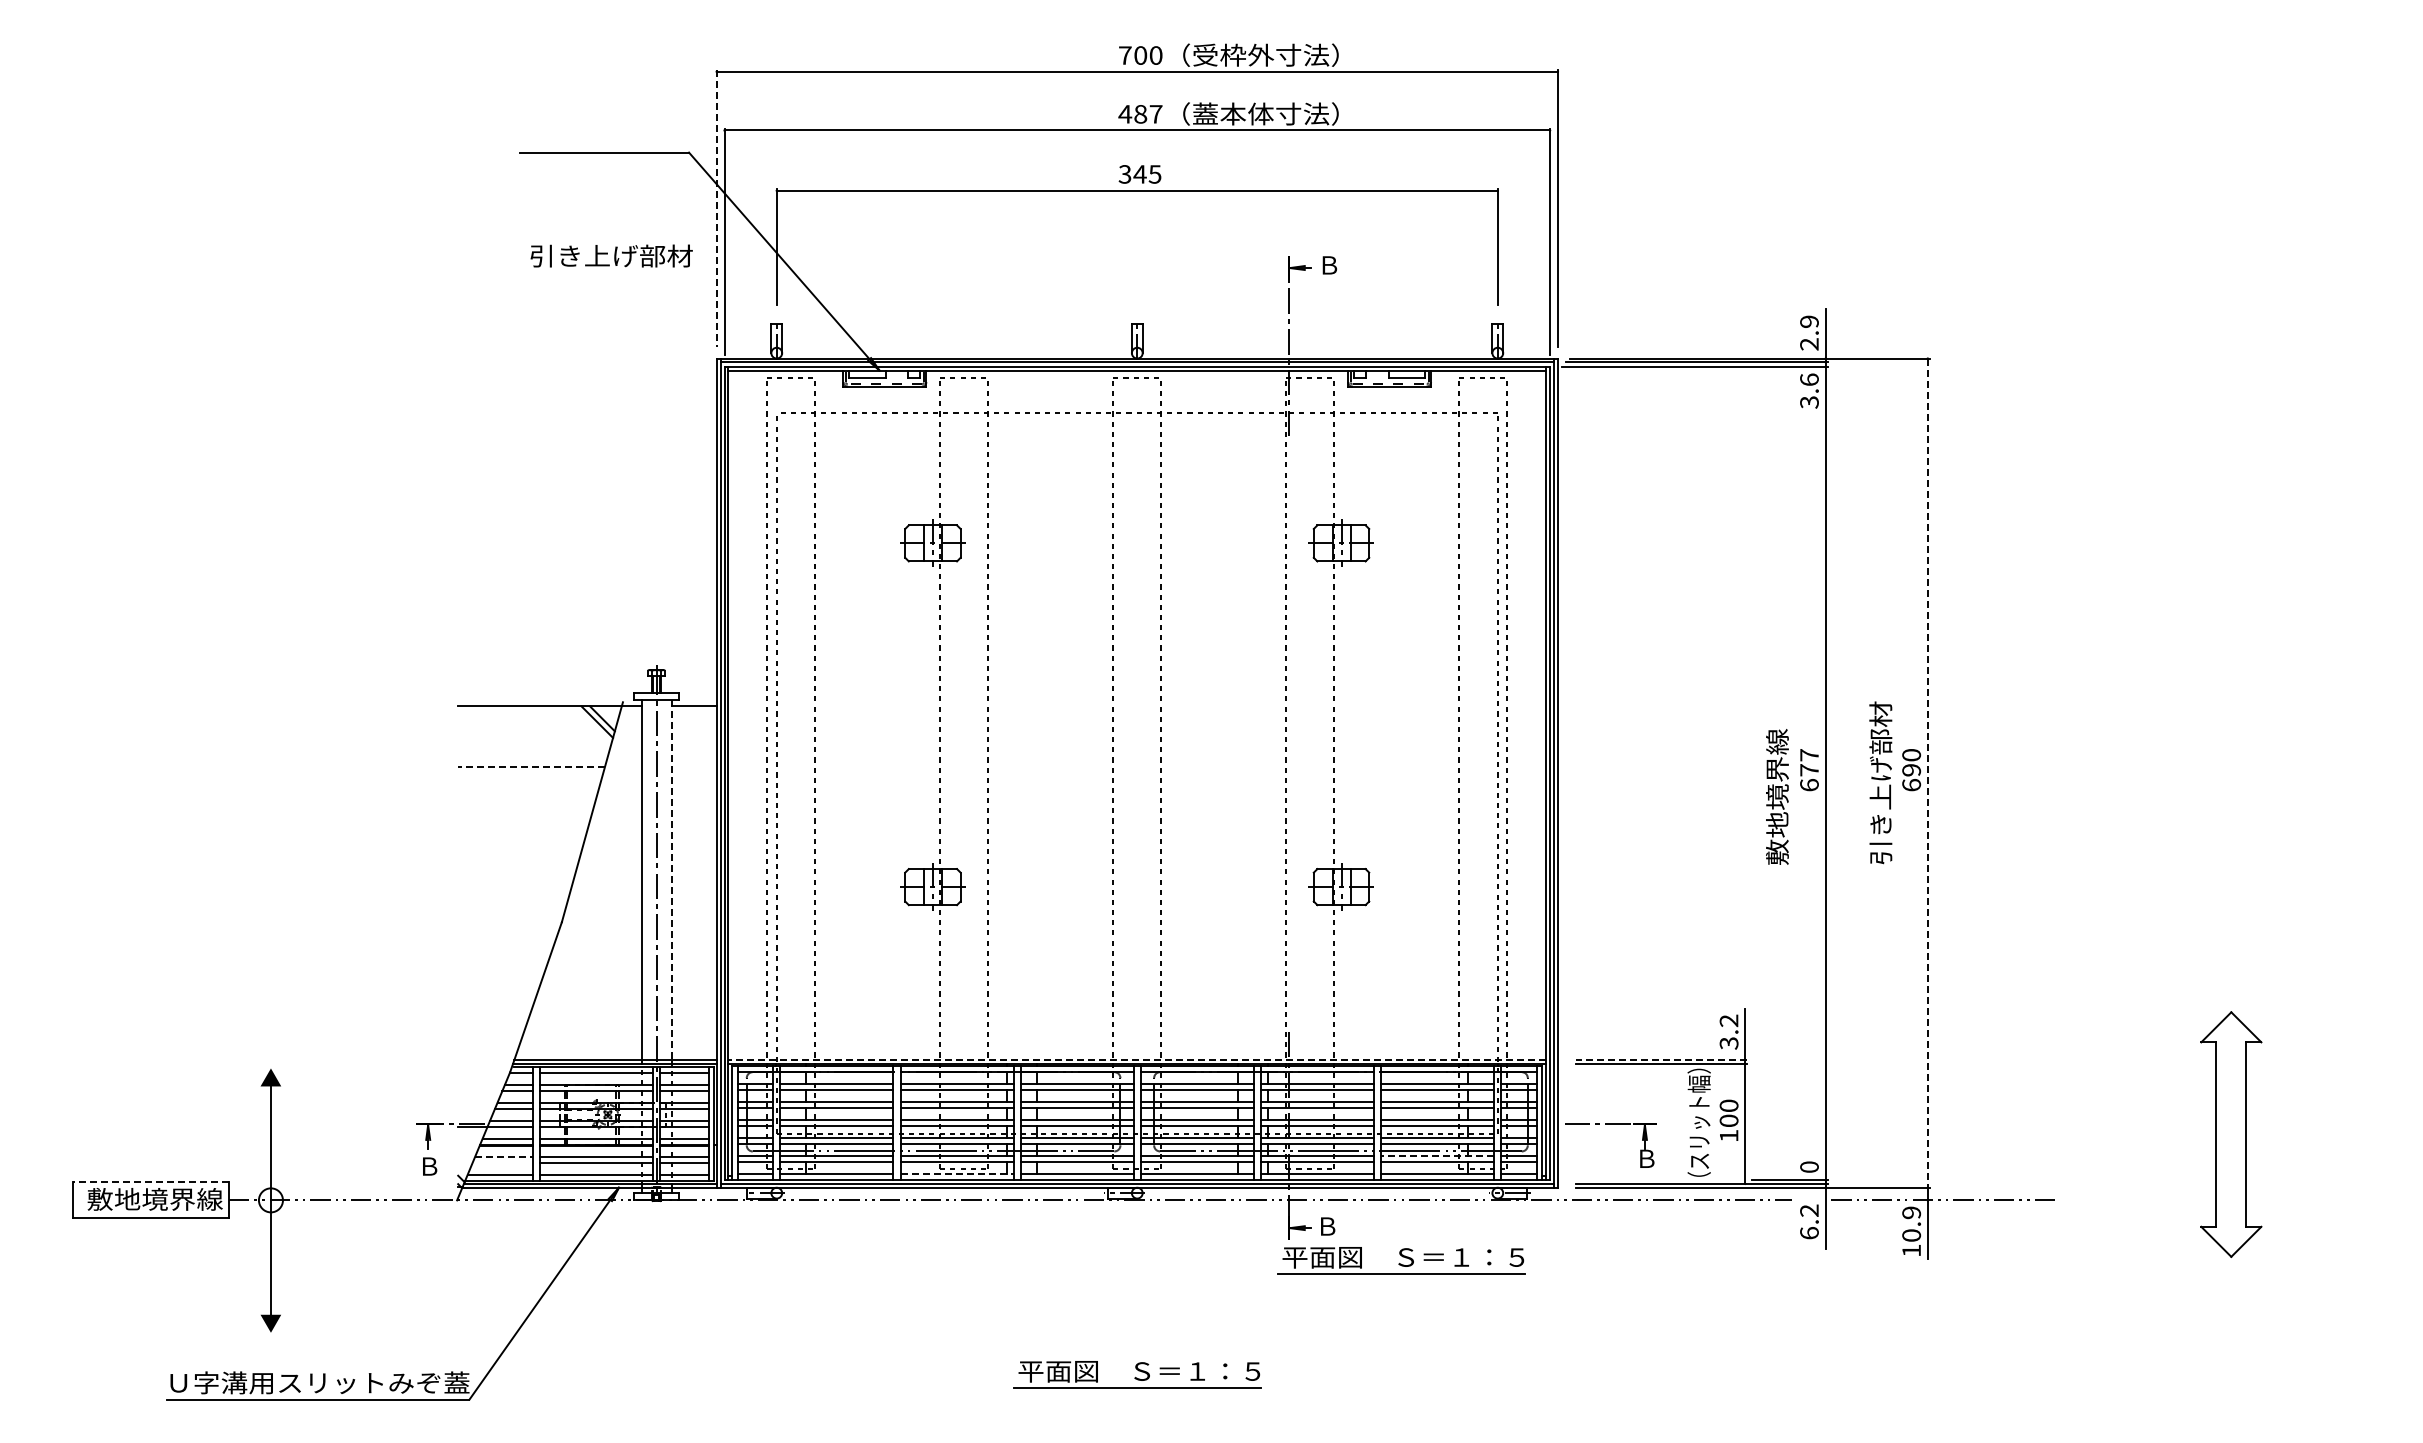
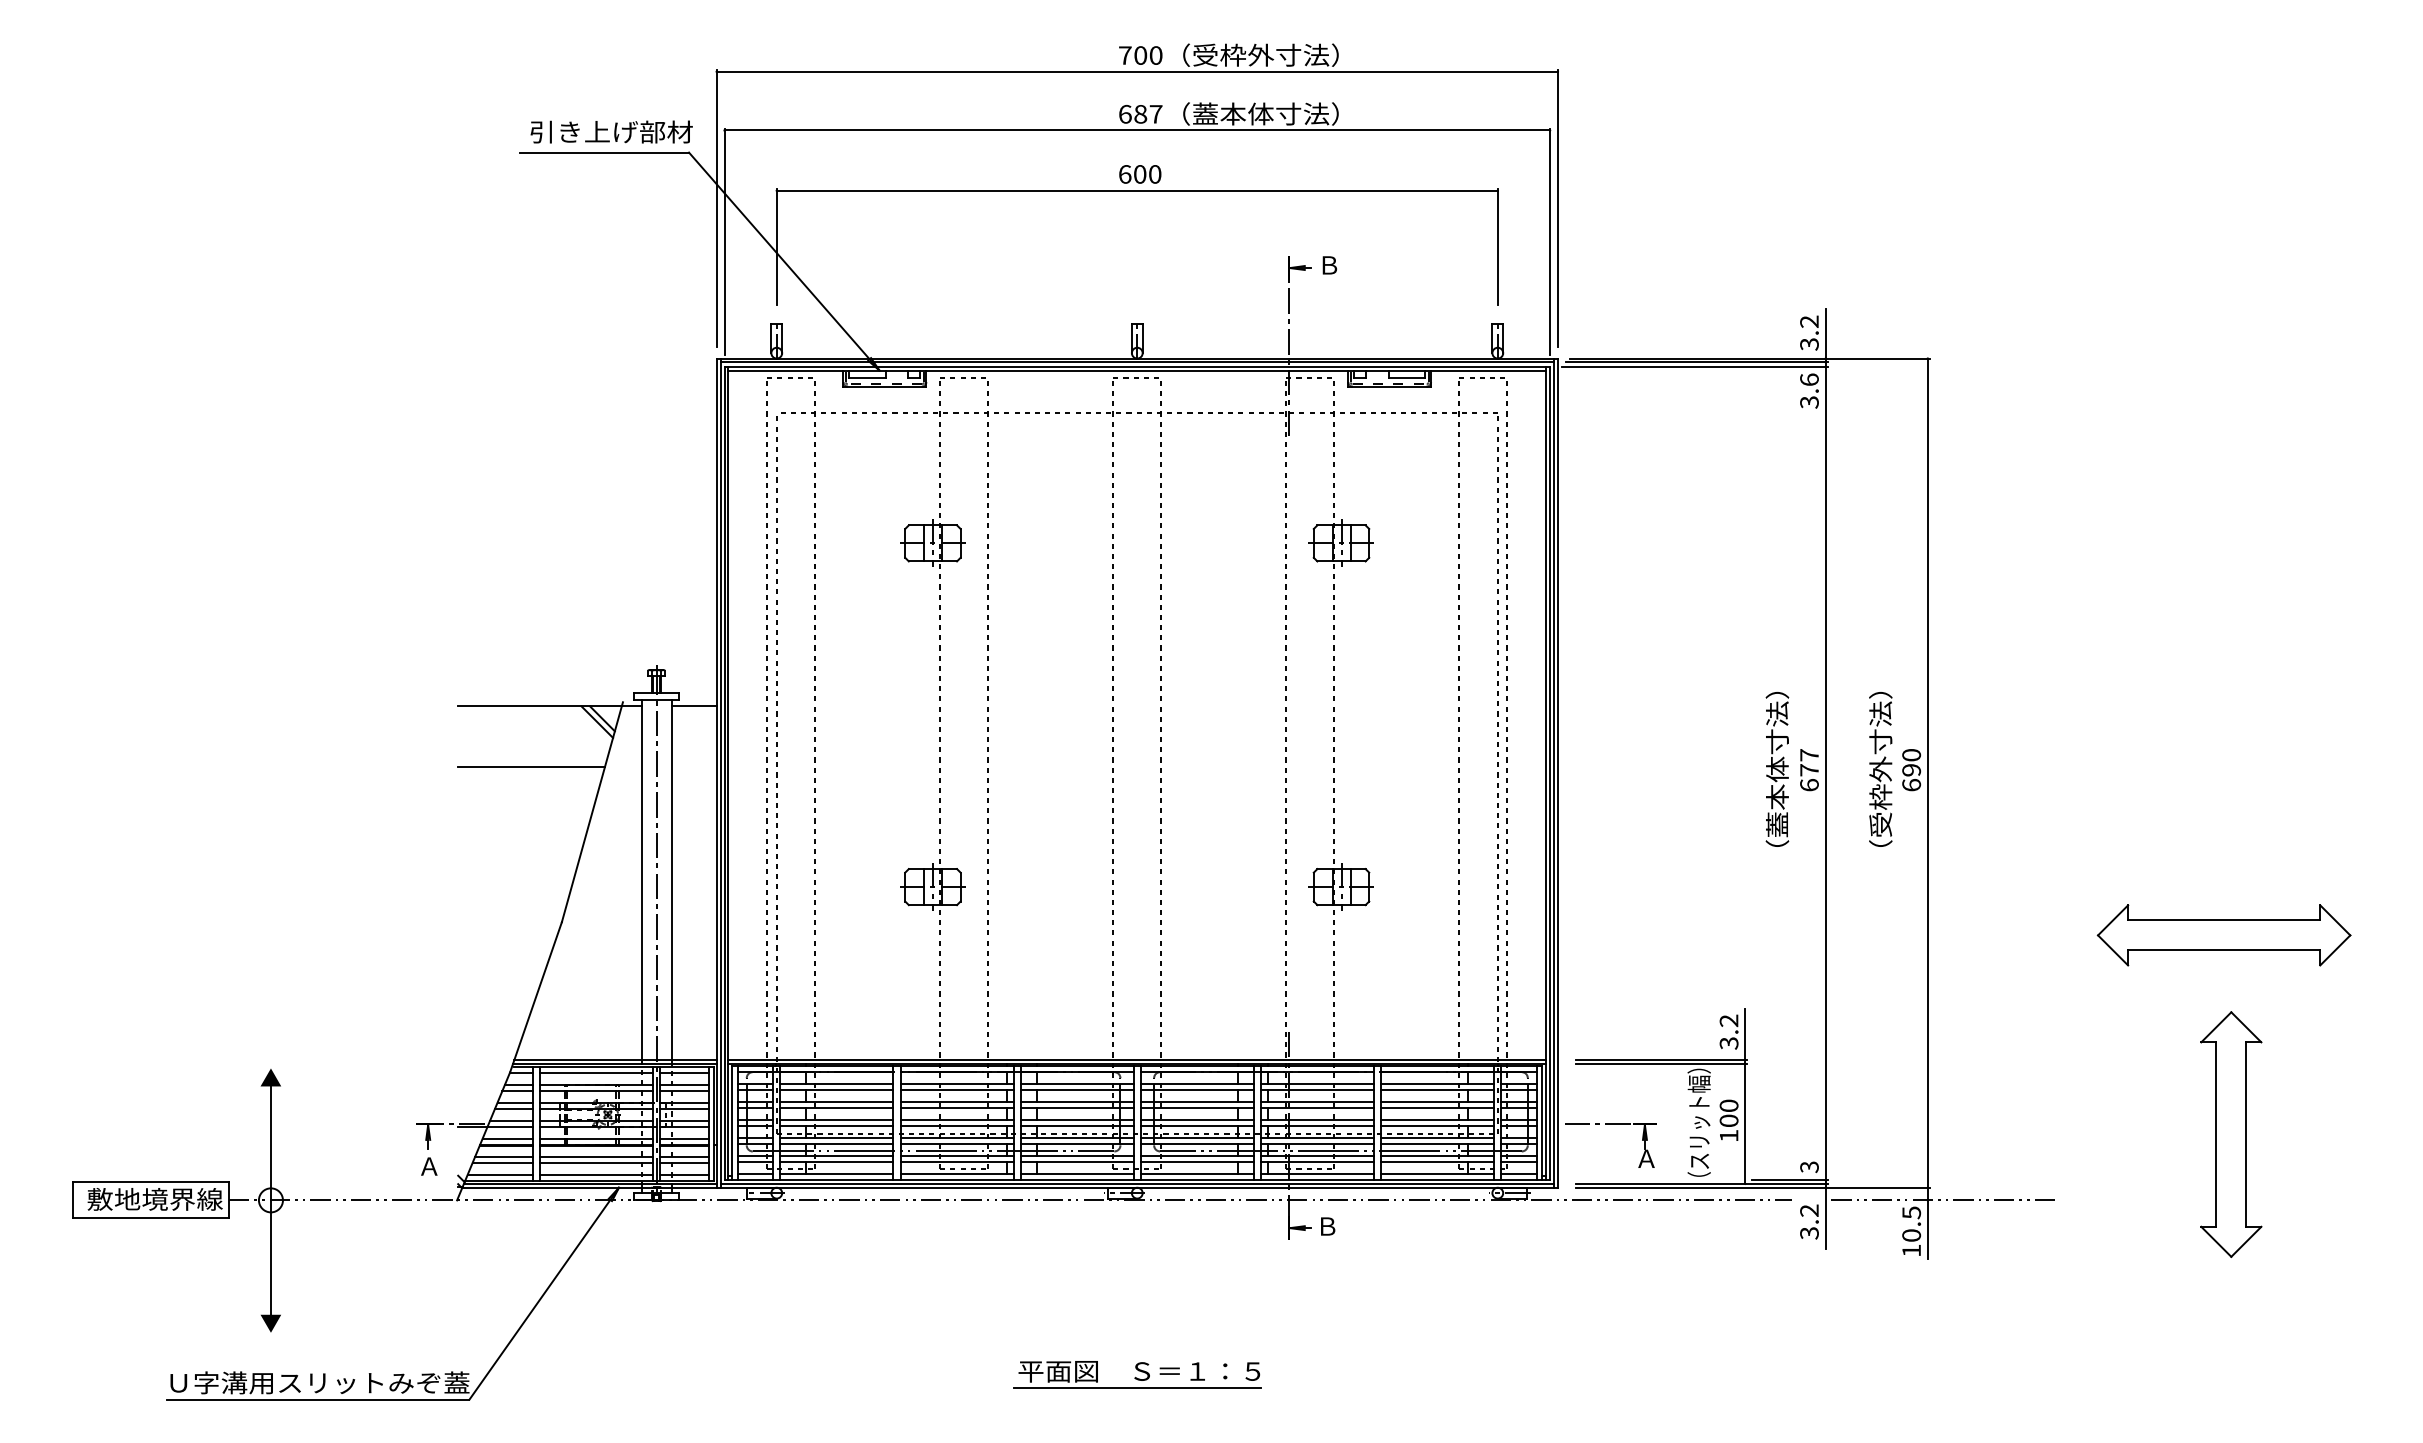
text at (1125, 113): 487 -> 687
text at (1139, 174): 345 -> 600
line at (716, 208): dashed -> solid
text at (611, 255) position: (611, 255) -> (611, 131)
text at (1809, 332): 2.9 -> 3.2
line at (531, 766): dashed -> solid
line at (1927, 773): dashed -> solid
text at (1777, 777): 敷地境界線 -> （蓋本体寸法）
text at (1880, 777): 引き上げ部材 -> （受枠外寸法）
line at (671, 880): dashed -> solid
part at (2223, 935): none -> present
line at (1137, 1059): dashed -> solid
line at (1661, 1059): dashed -> solid
line at (503, 1156): dashed -> solid
line at (1437, 1156): dashed -> solid
text at (1646, 1158): Ｂ -> Ａ
line at (502, 1162): none -> present
text at (429, 1166): Ｂ -> Ａ
text at (1809, 1167): 0 -> 3
line at (957, 1174): dashed -> solid
line at (150, 1182): dashed -> solid
text at (1911, 1212): 10.9 -> 10.5
text at (1809, 1233): 6.2 -> 3.2
part at (1401, 1260): present -> none
